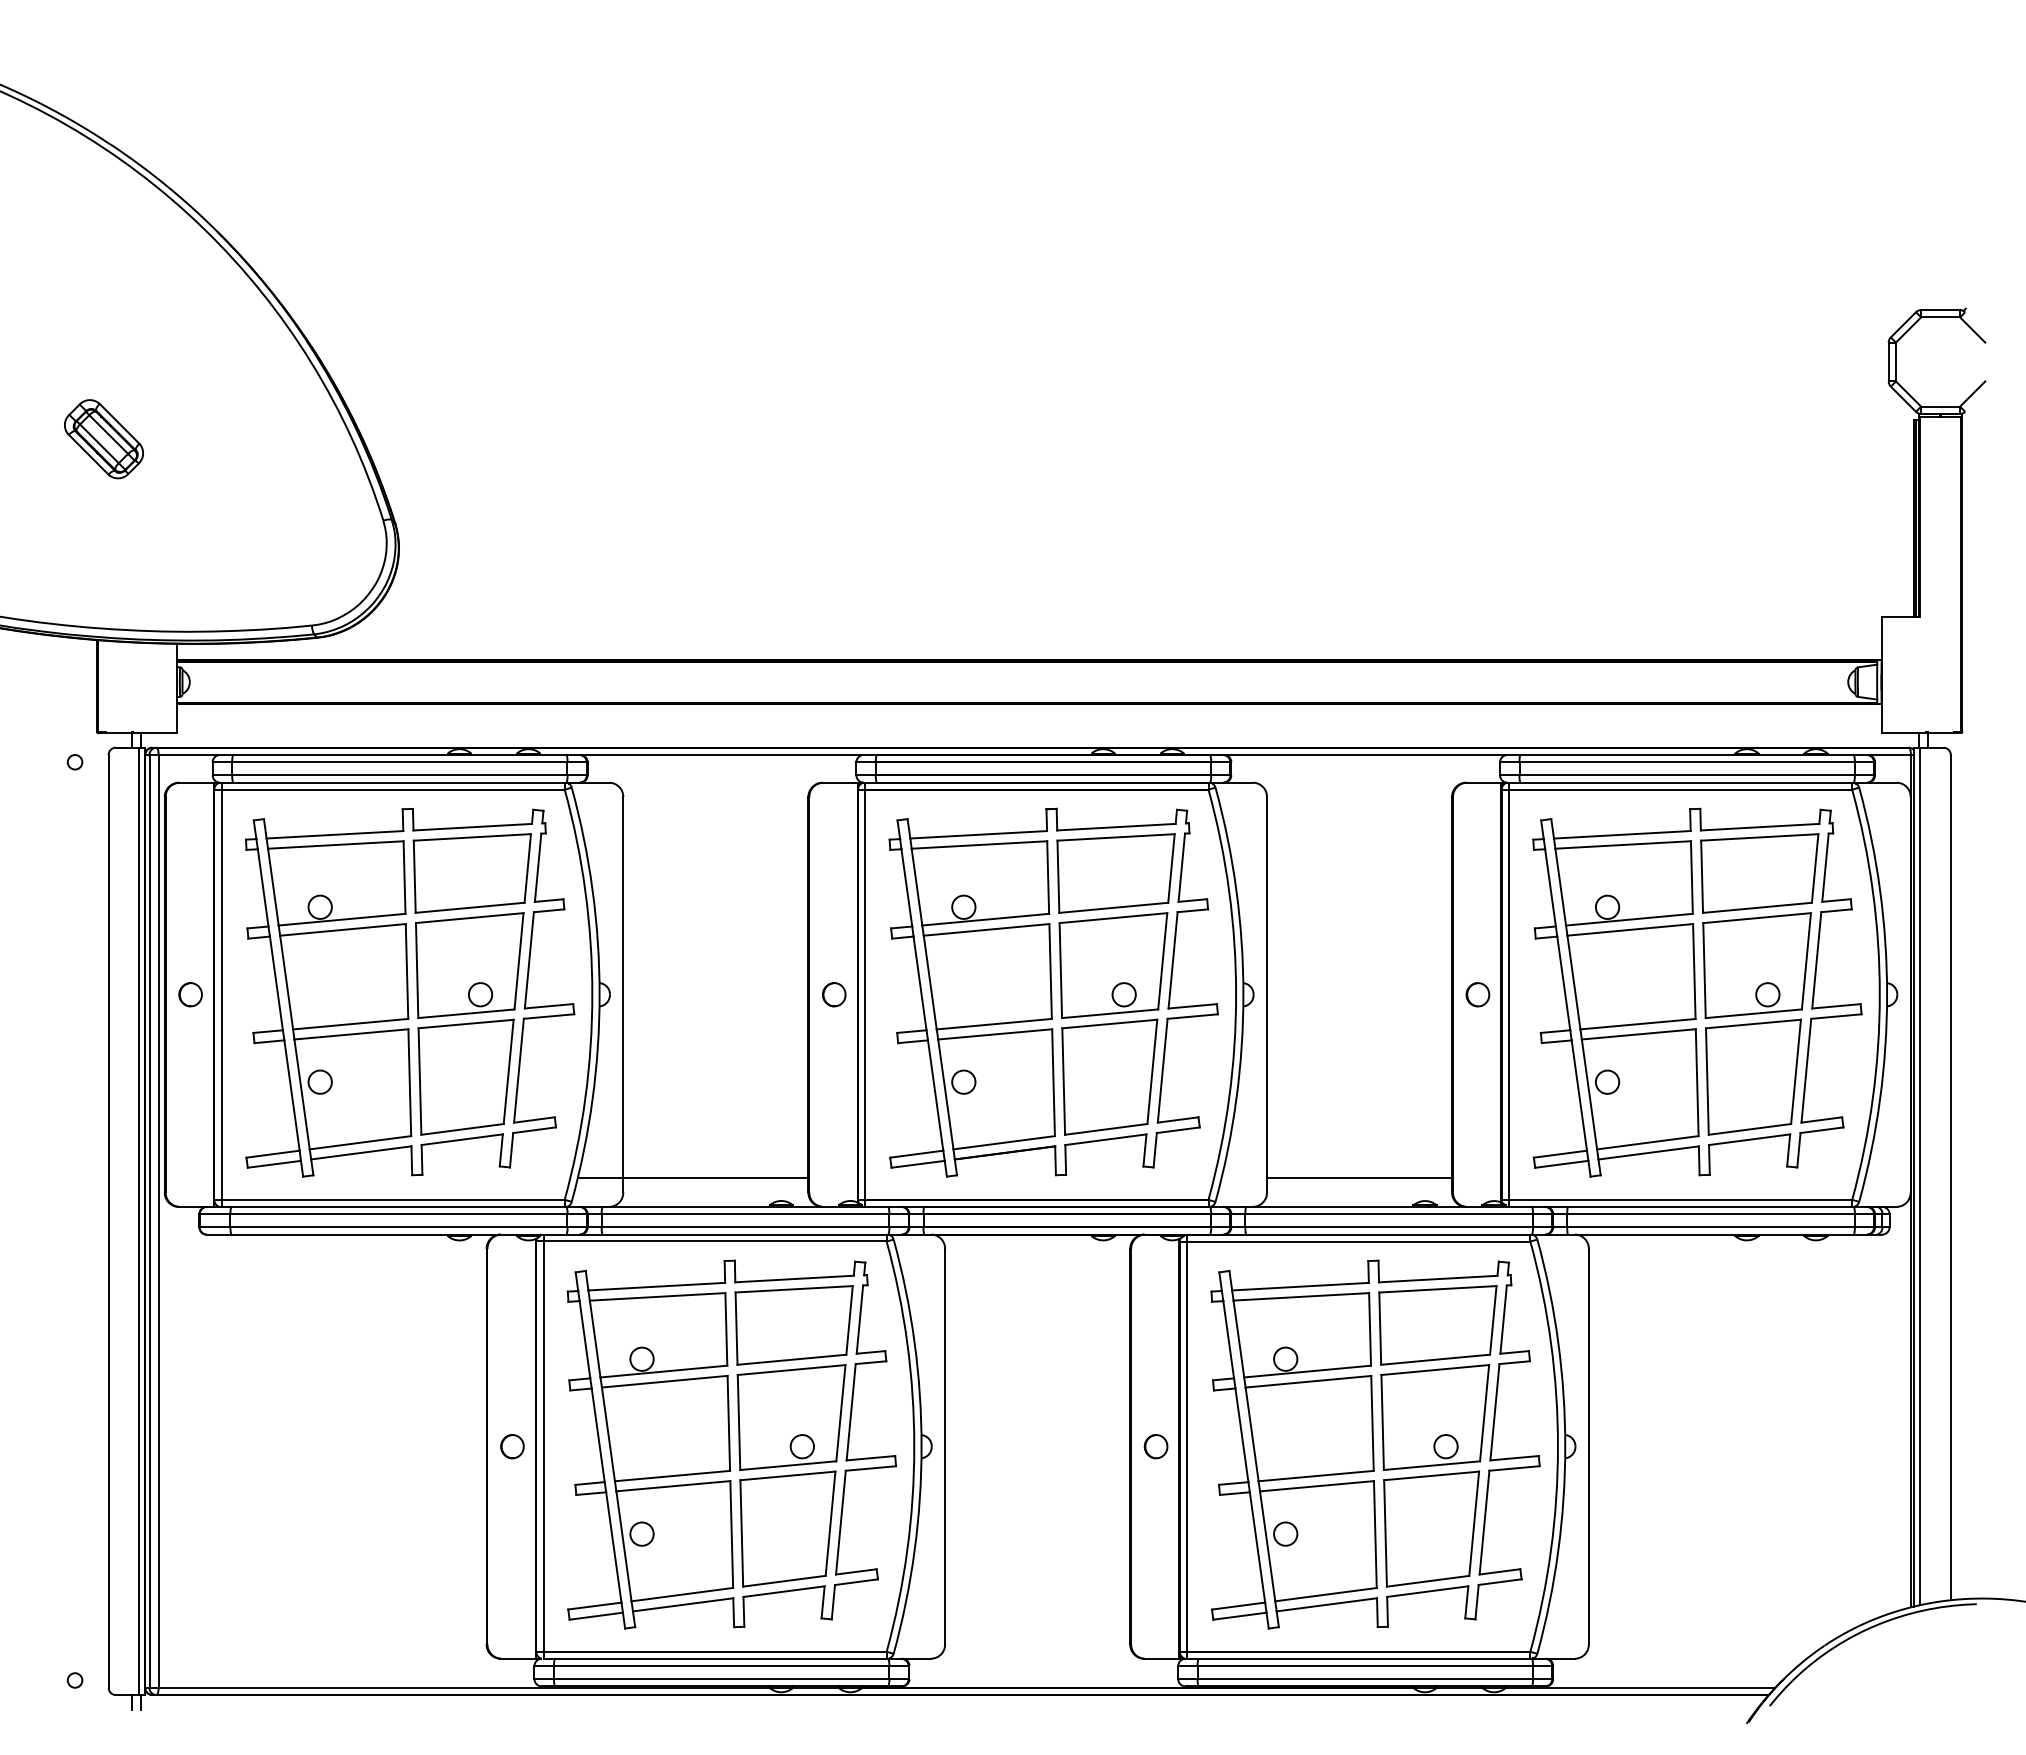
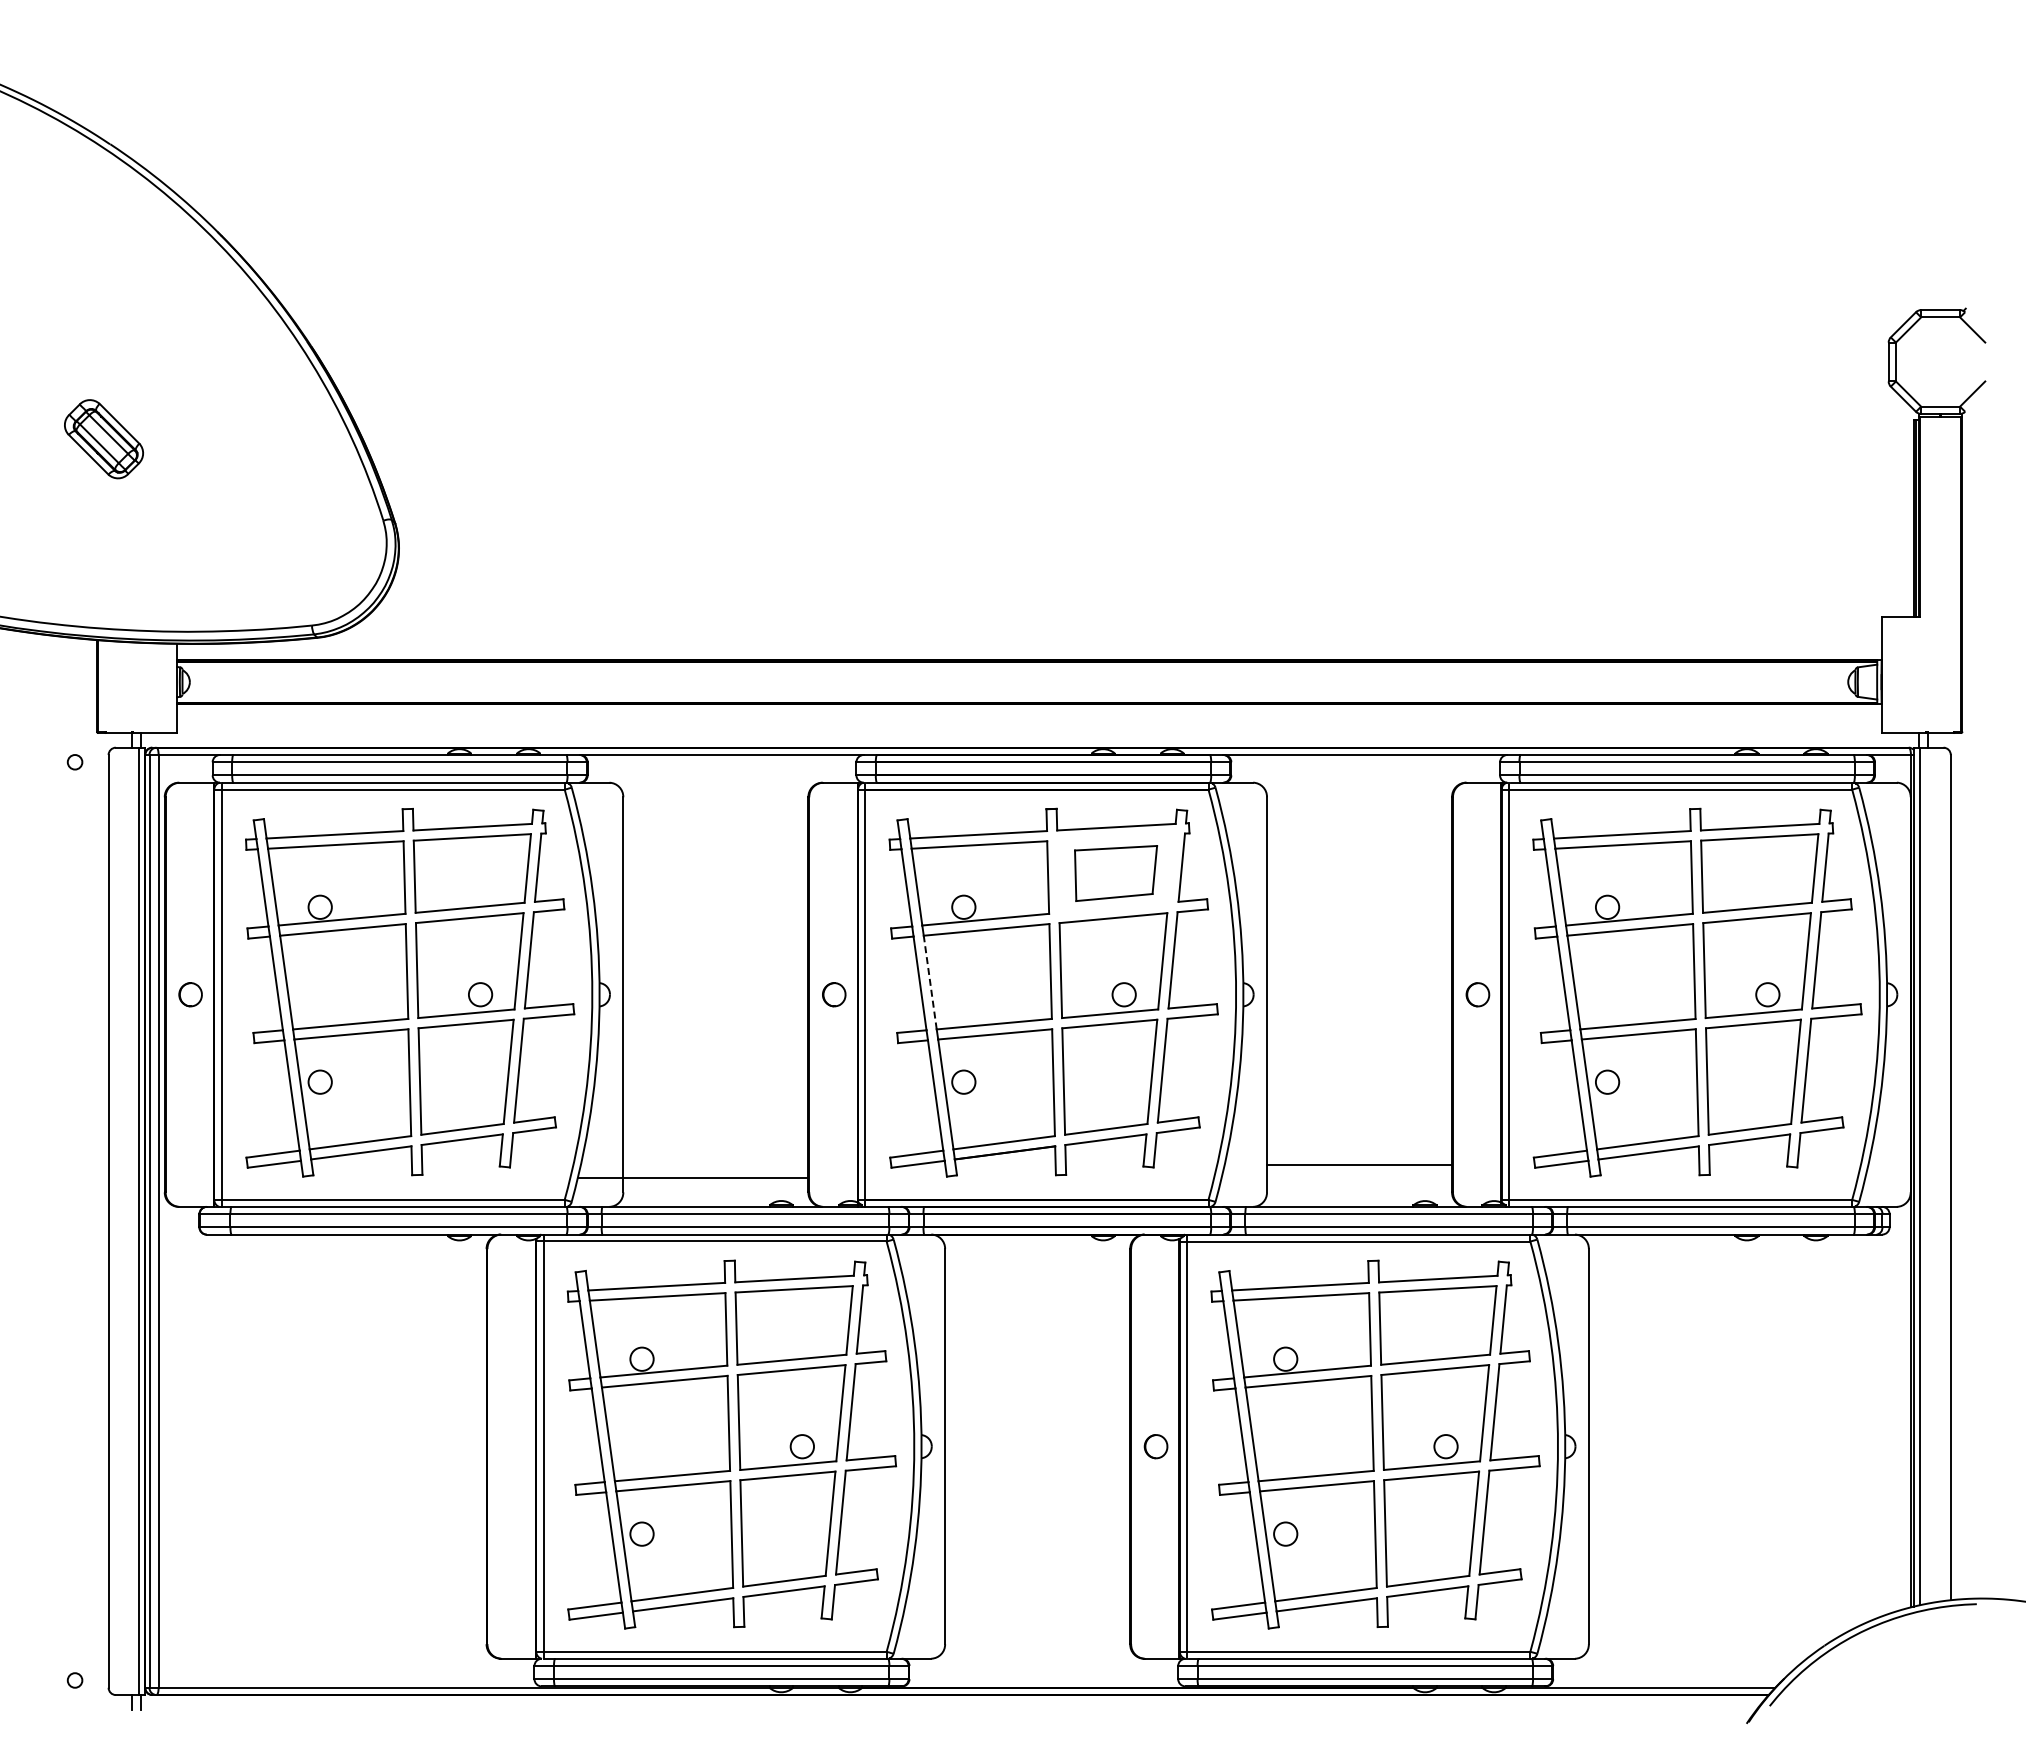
part at (1115, 873) size: 120x81 px -> 85x57 px
line at (930, 982): solid -> dashed
line at (1359, 1177) position: (1359, 1177) -> (1359, 1164)
part at (512, 1446): present -> none
